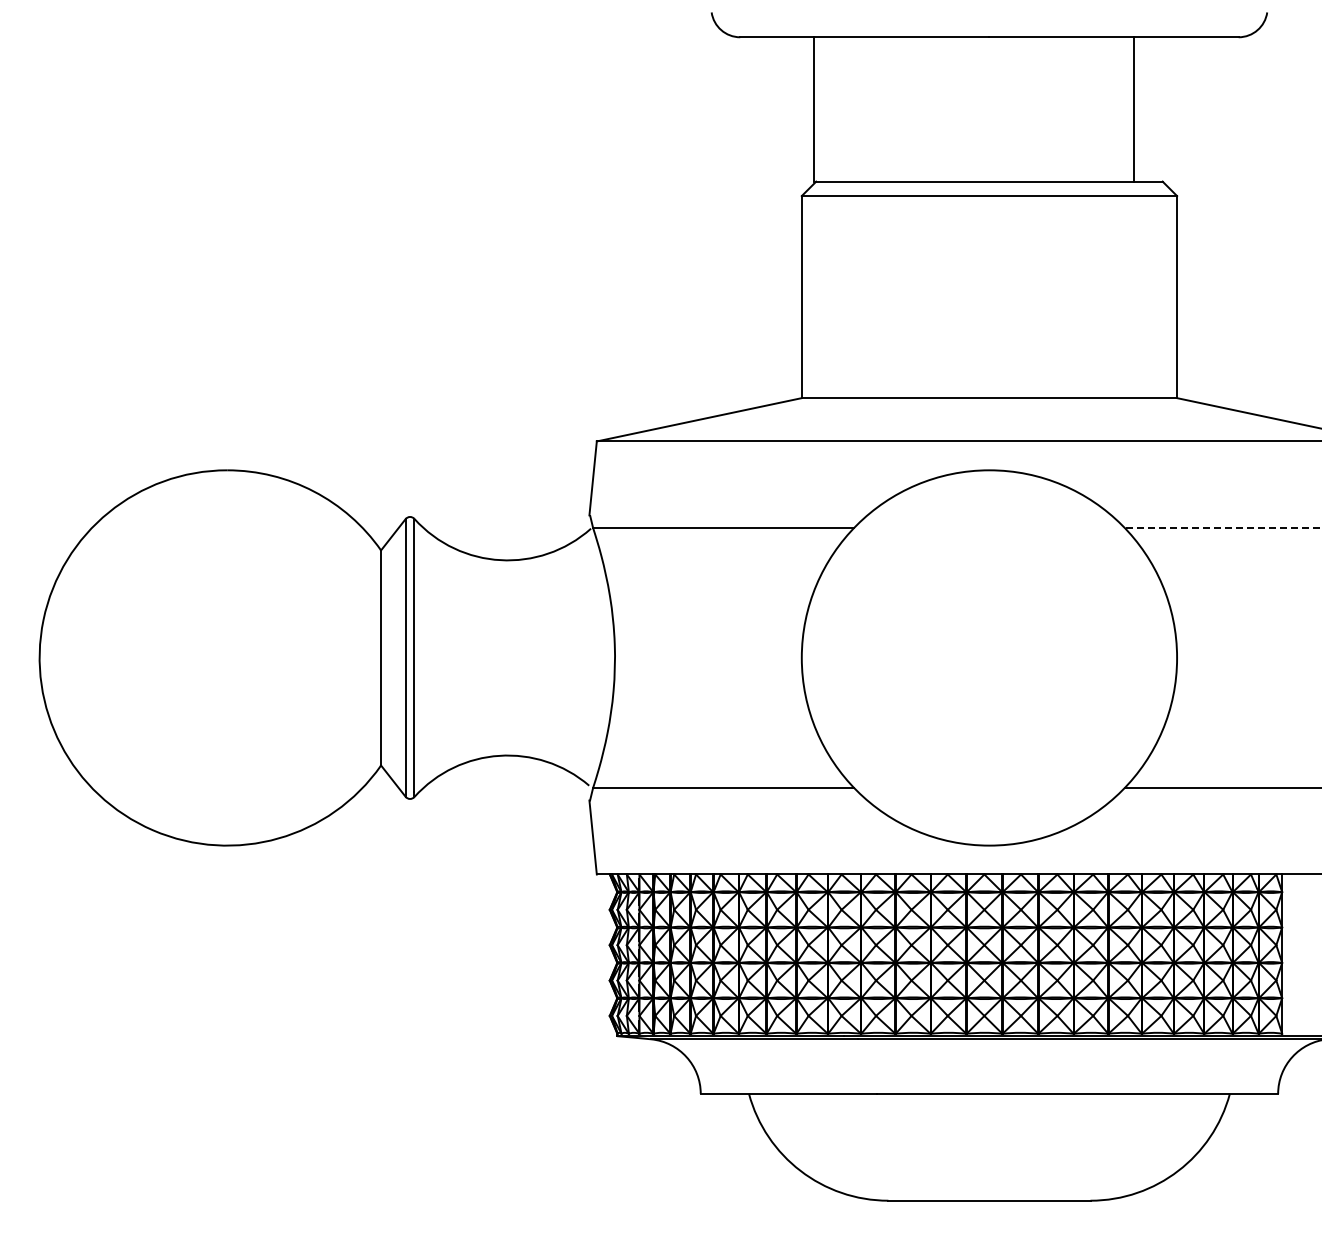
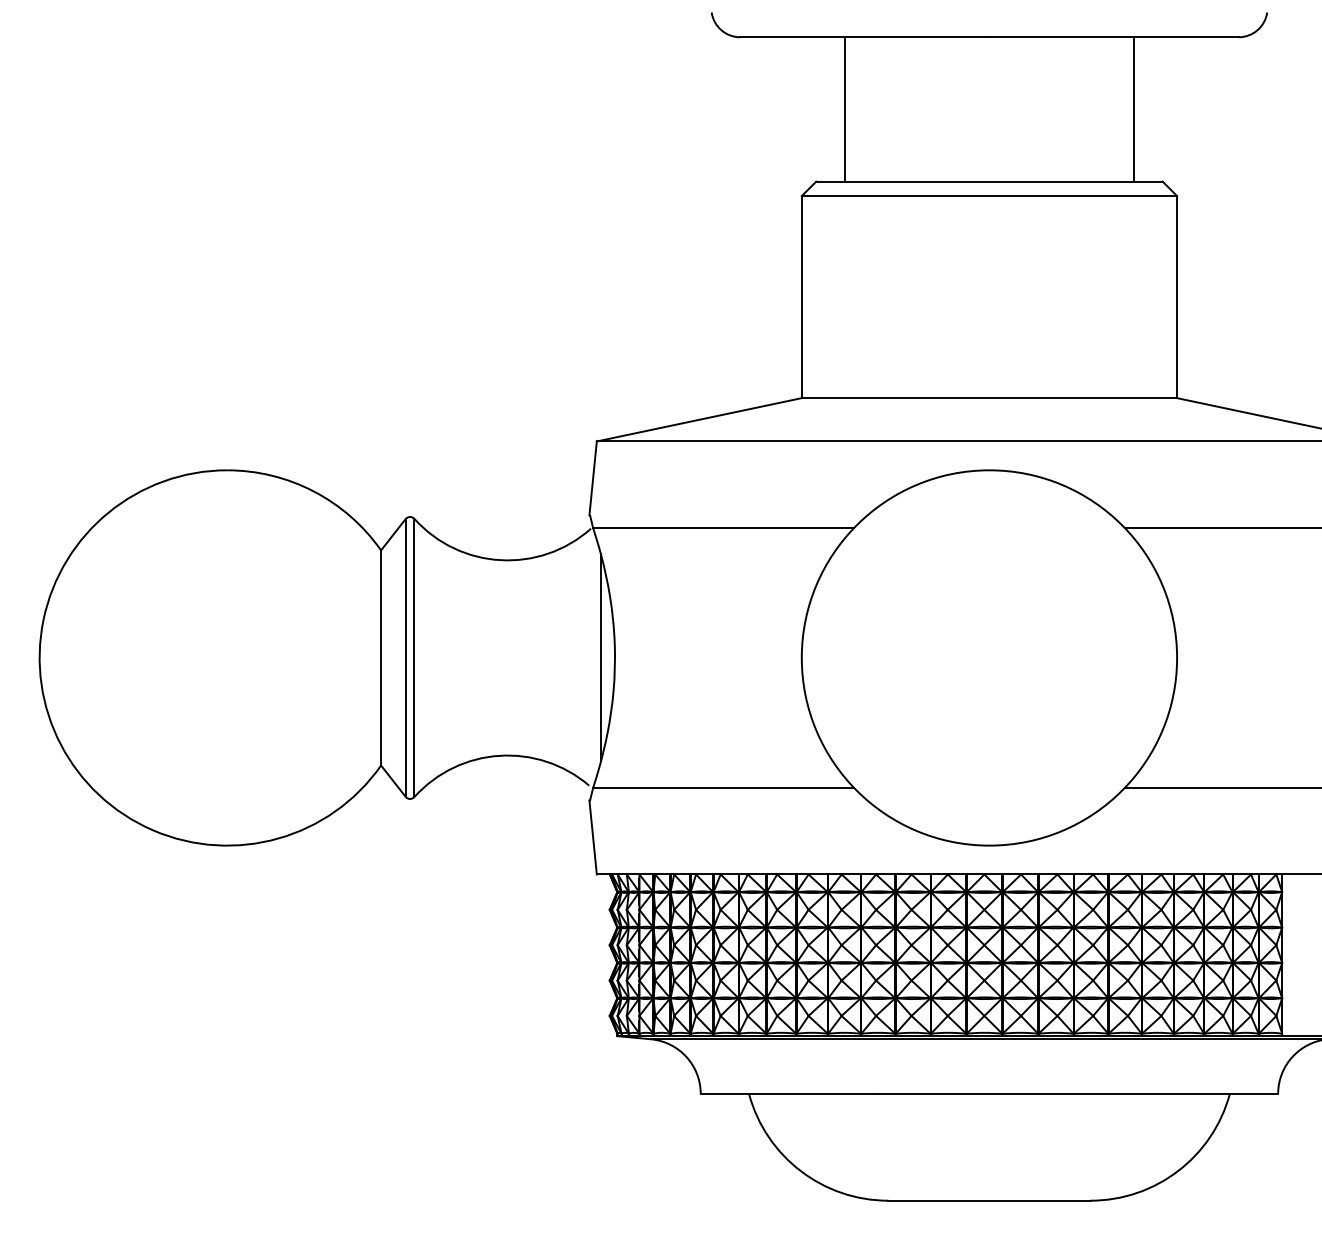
line at (814, 109) position: (814, 109) -> (845, 109)
line at (1222, 528): dashed -> solid
line at (601, 656): none -> present
